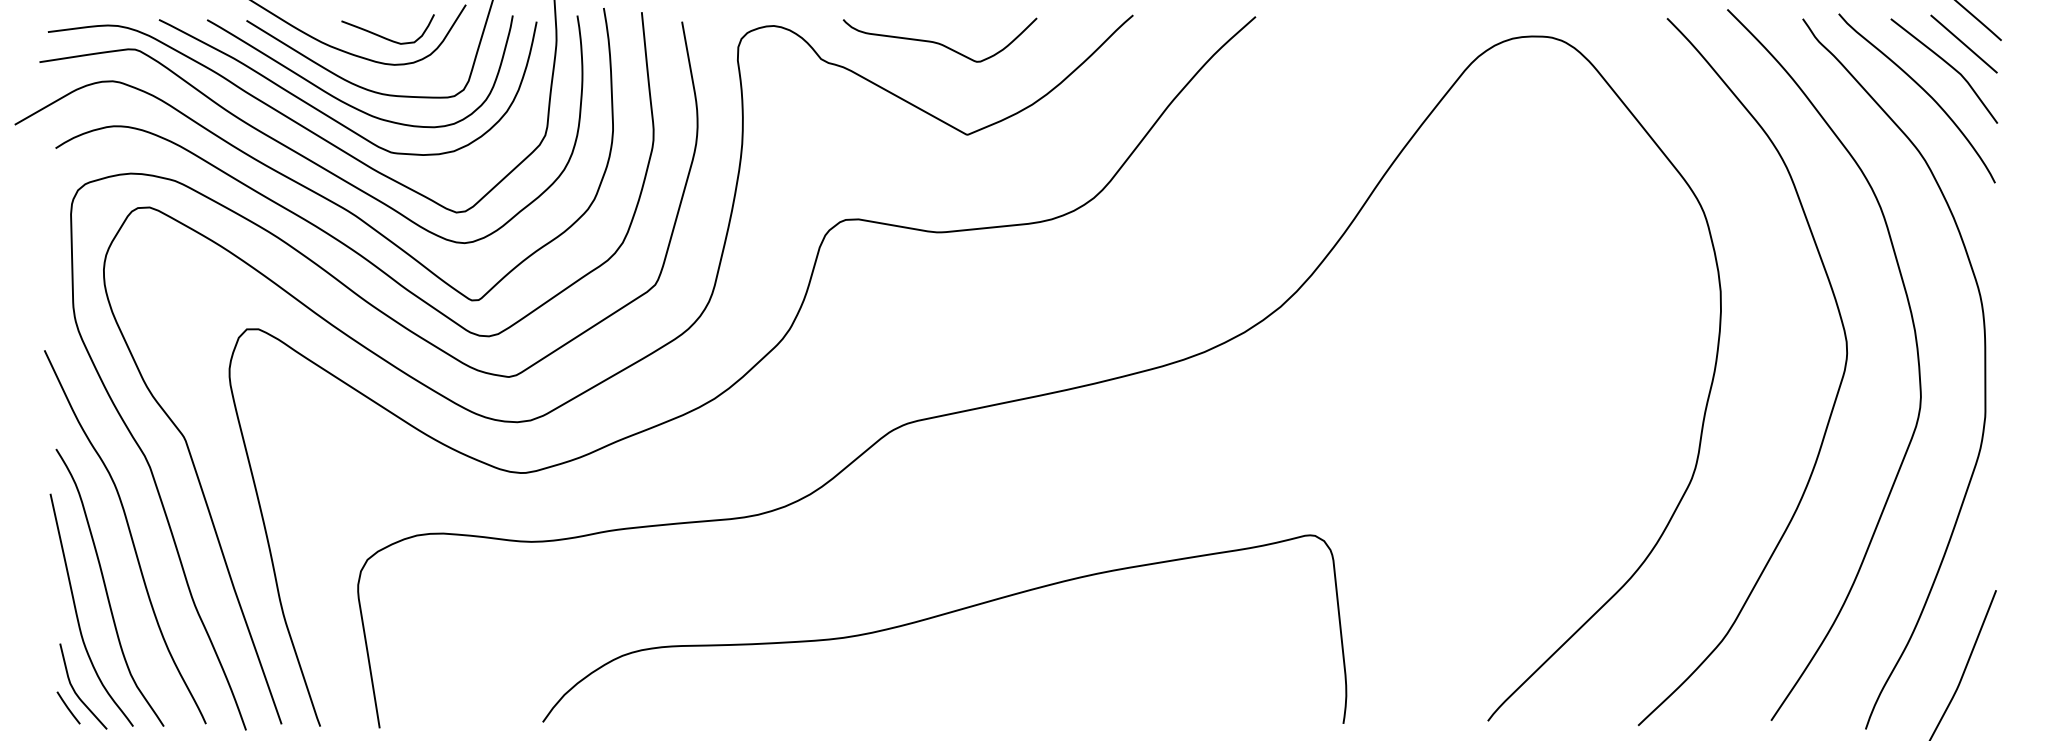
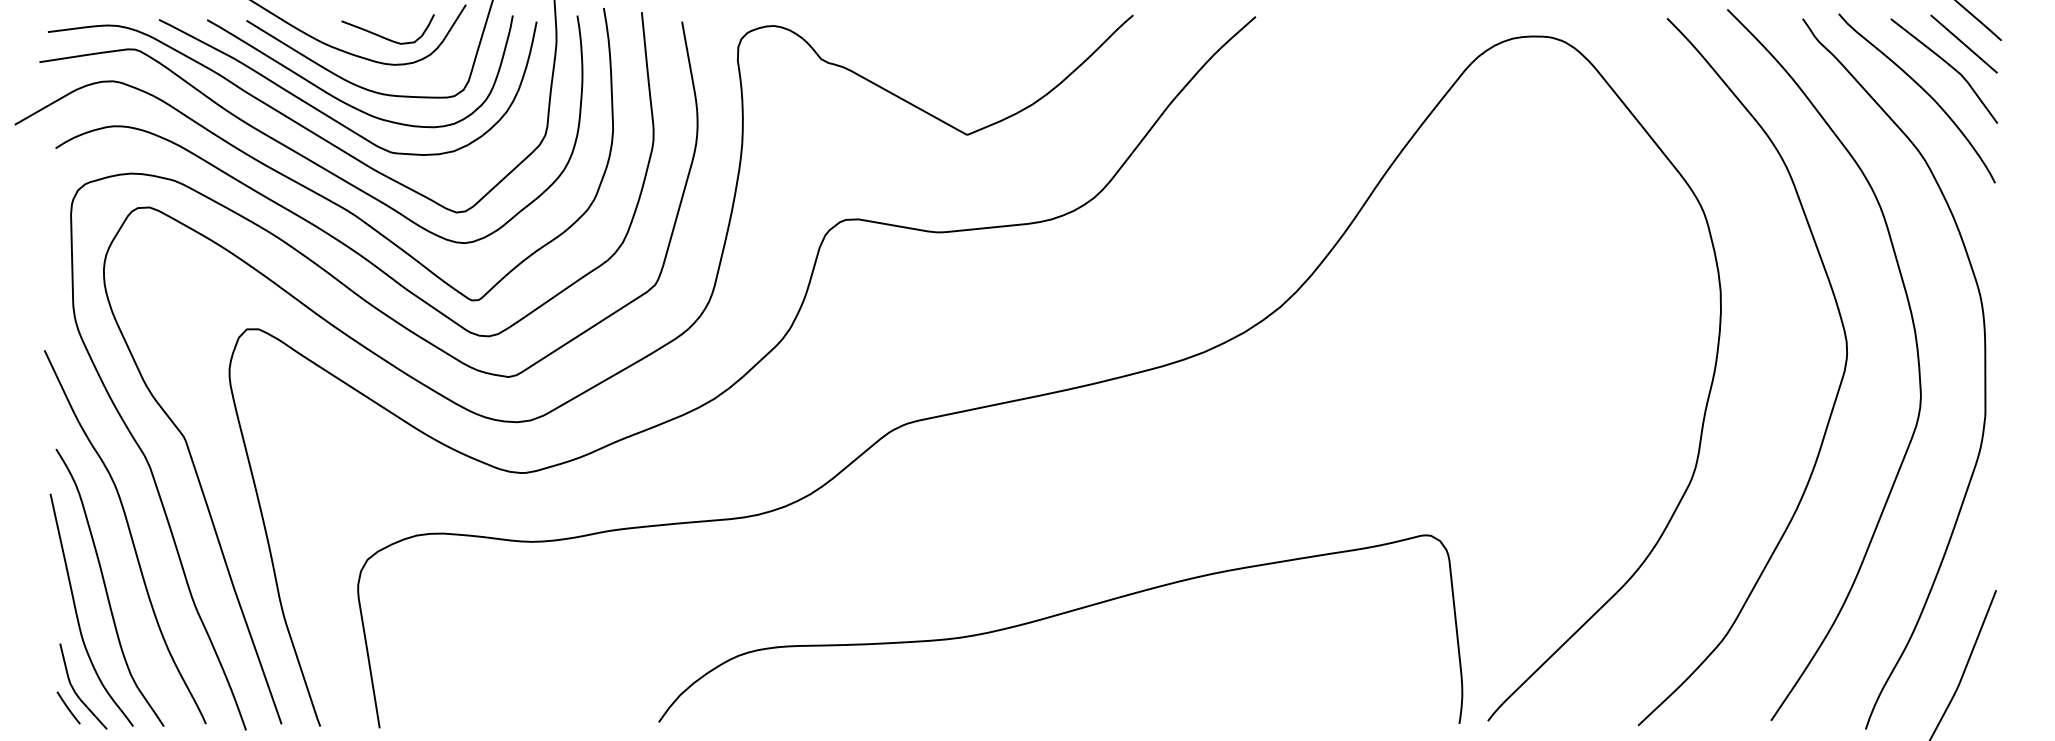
curve at (939, 42): present -> none
curve at (940, 616) position: (940, 616) -> (1056, 616)
